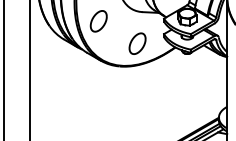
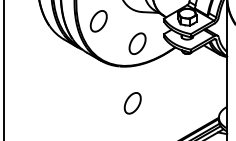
line at (29, 69): present -> none
part at (132, 103): none -> present
